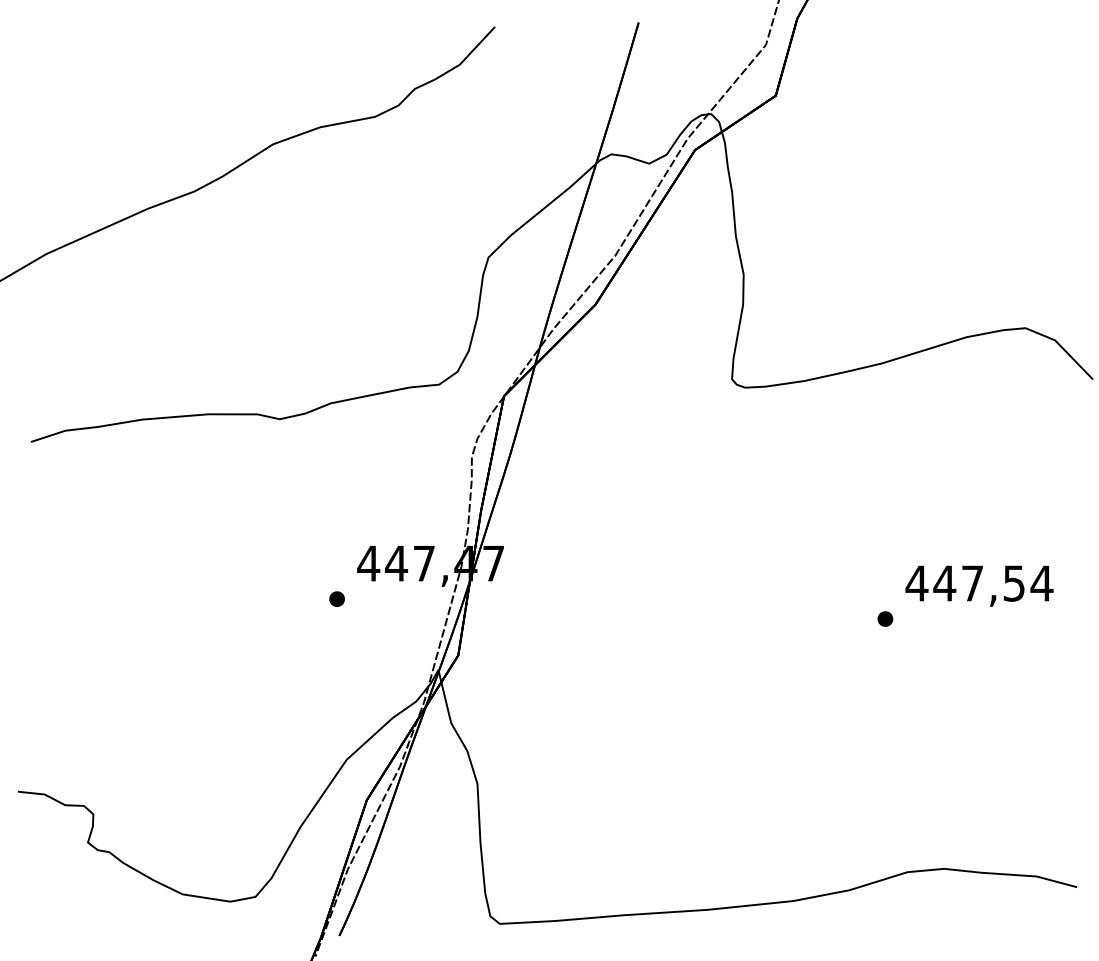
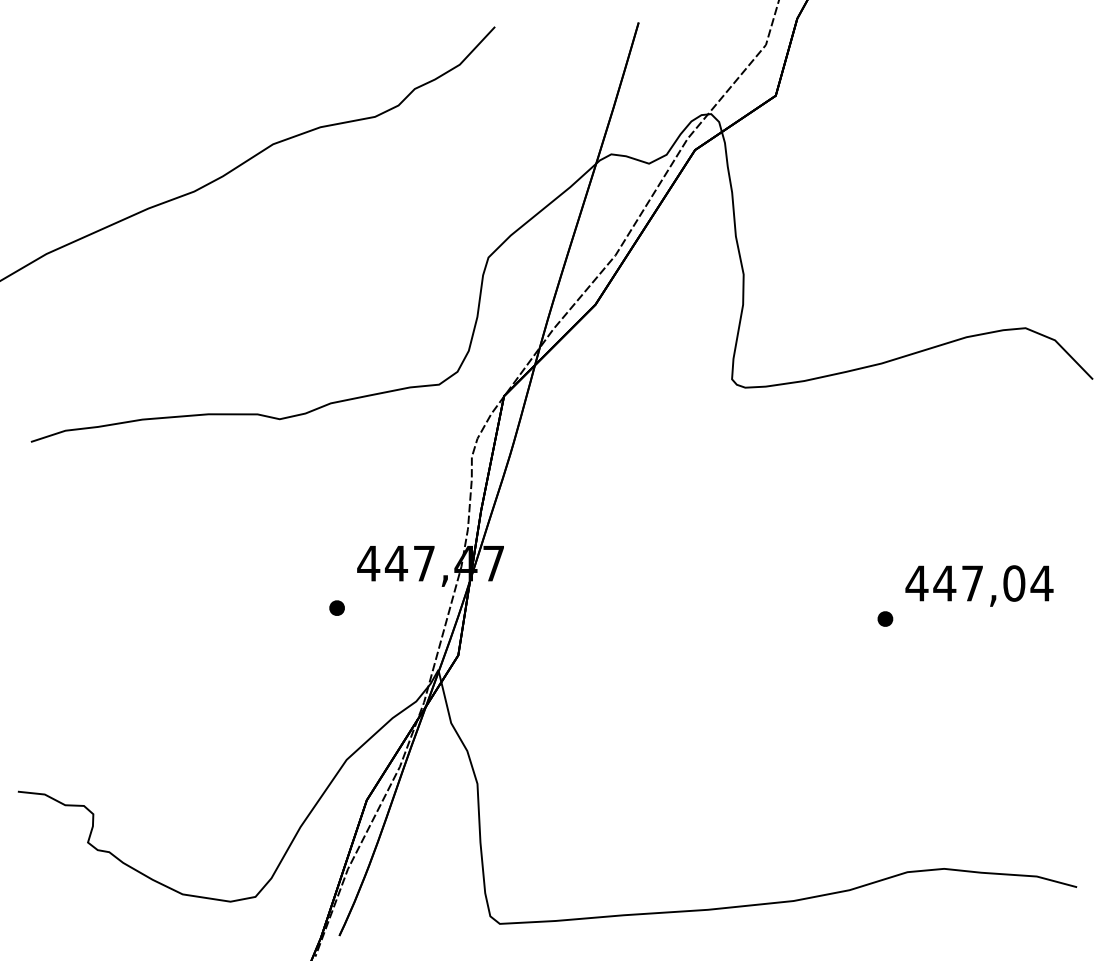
text at (1014, 583): 447,54 -> 447,04
part at (336, 598) position: (336, 598) -> (336, 607)
